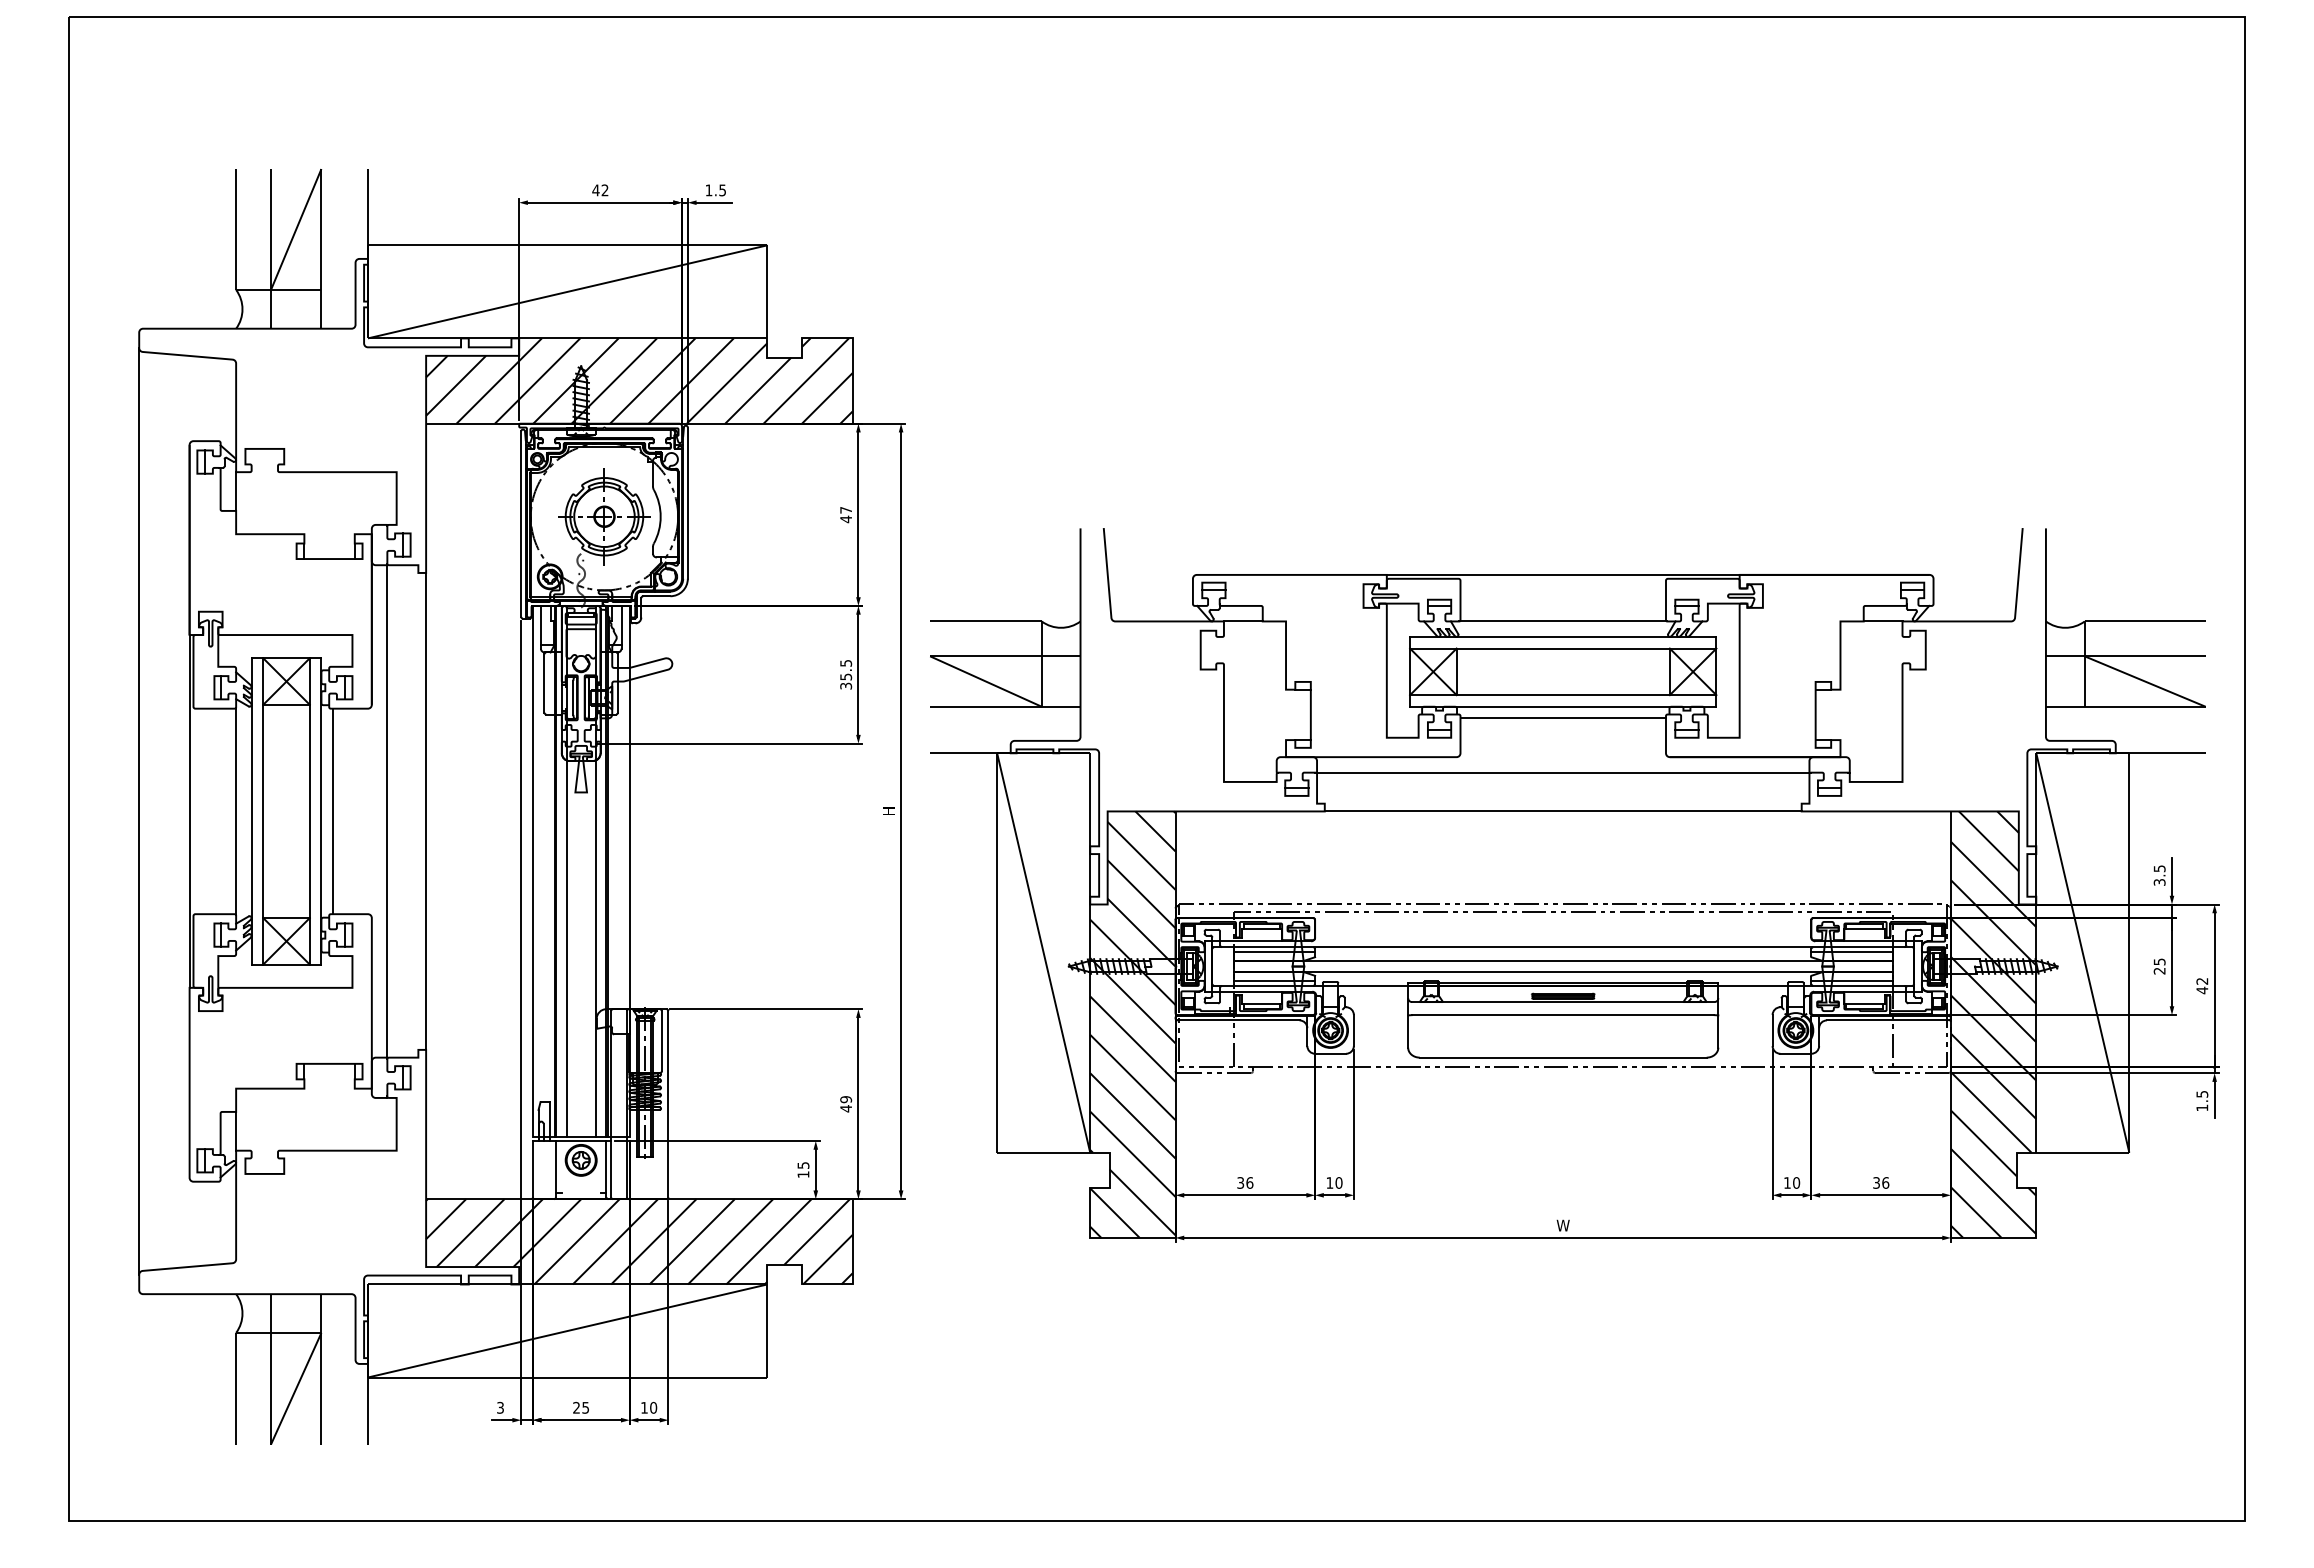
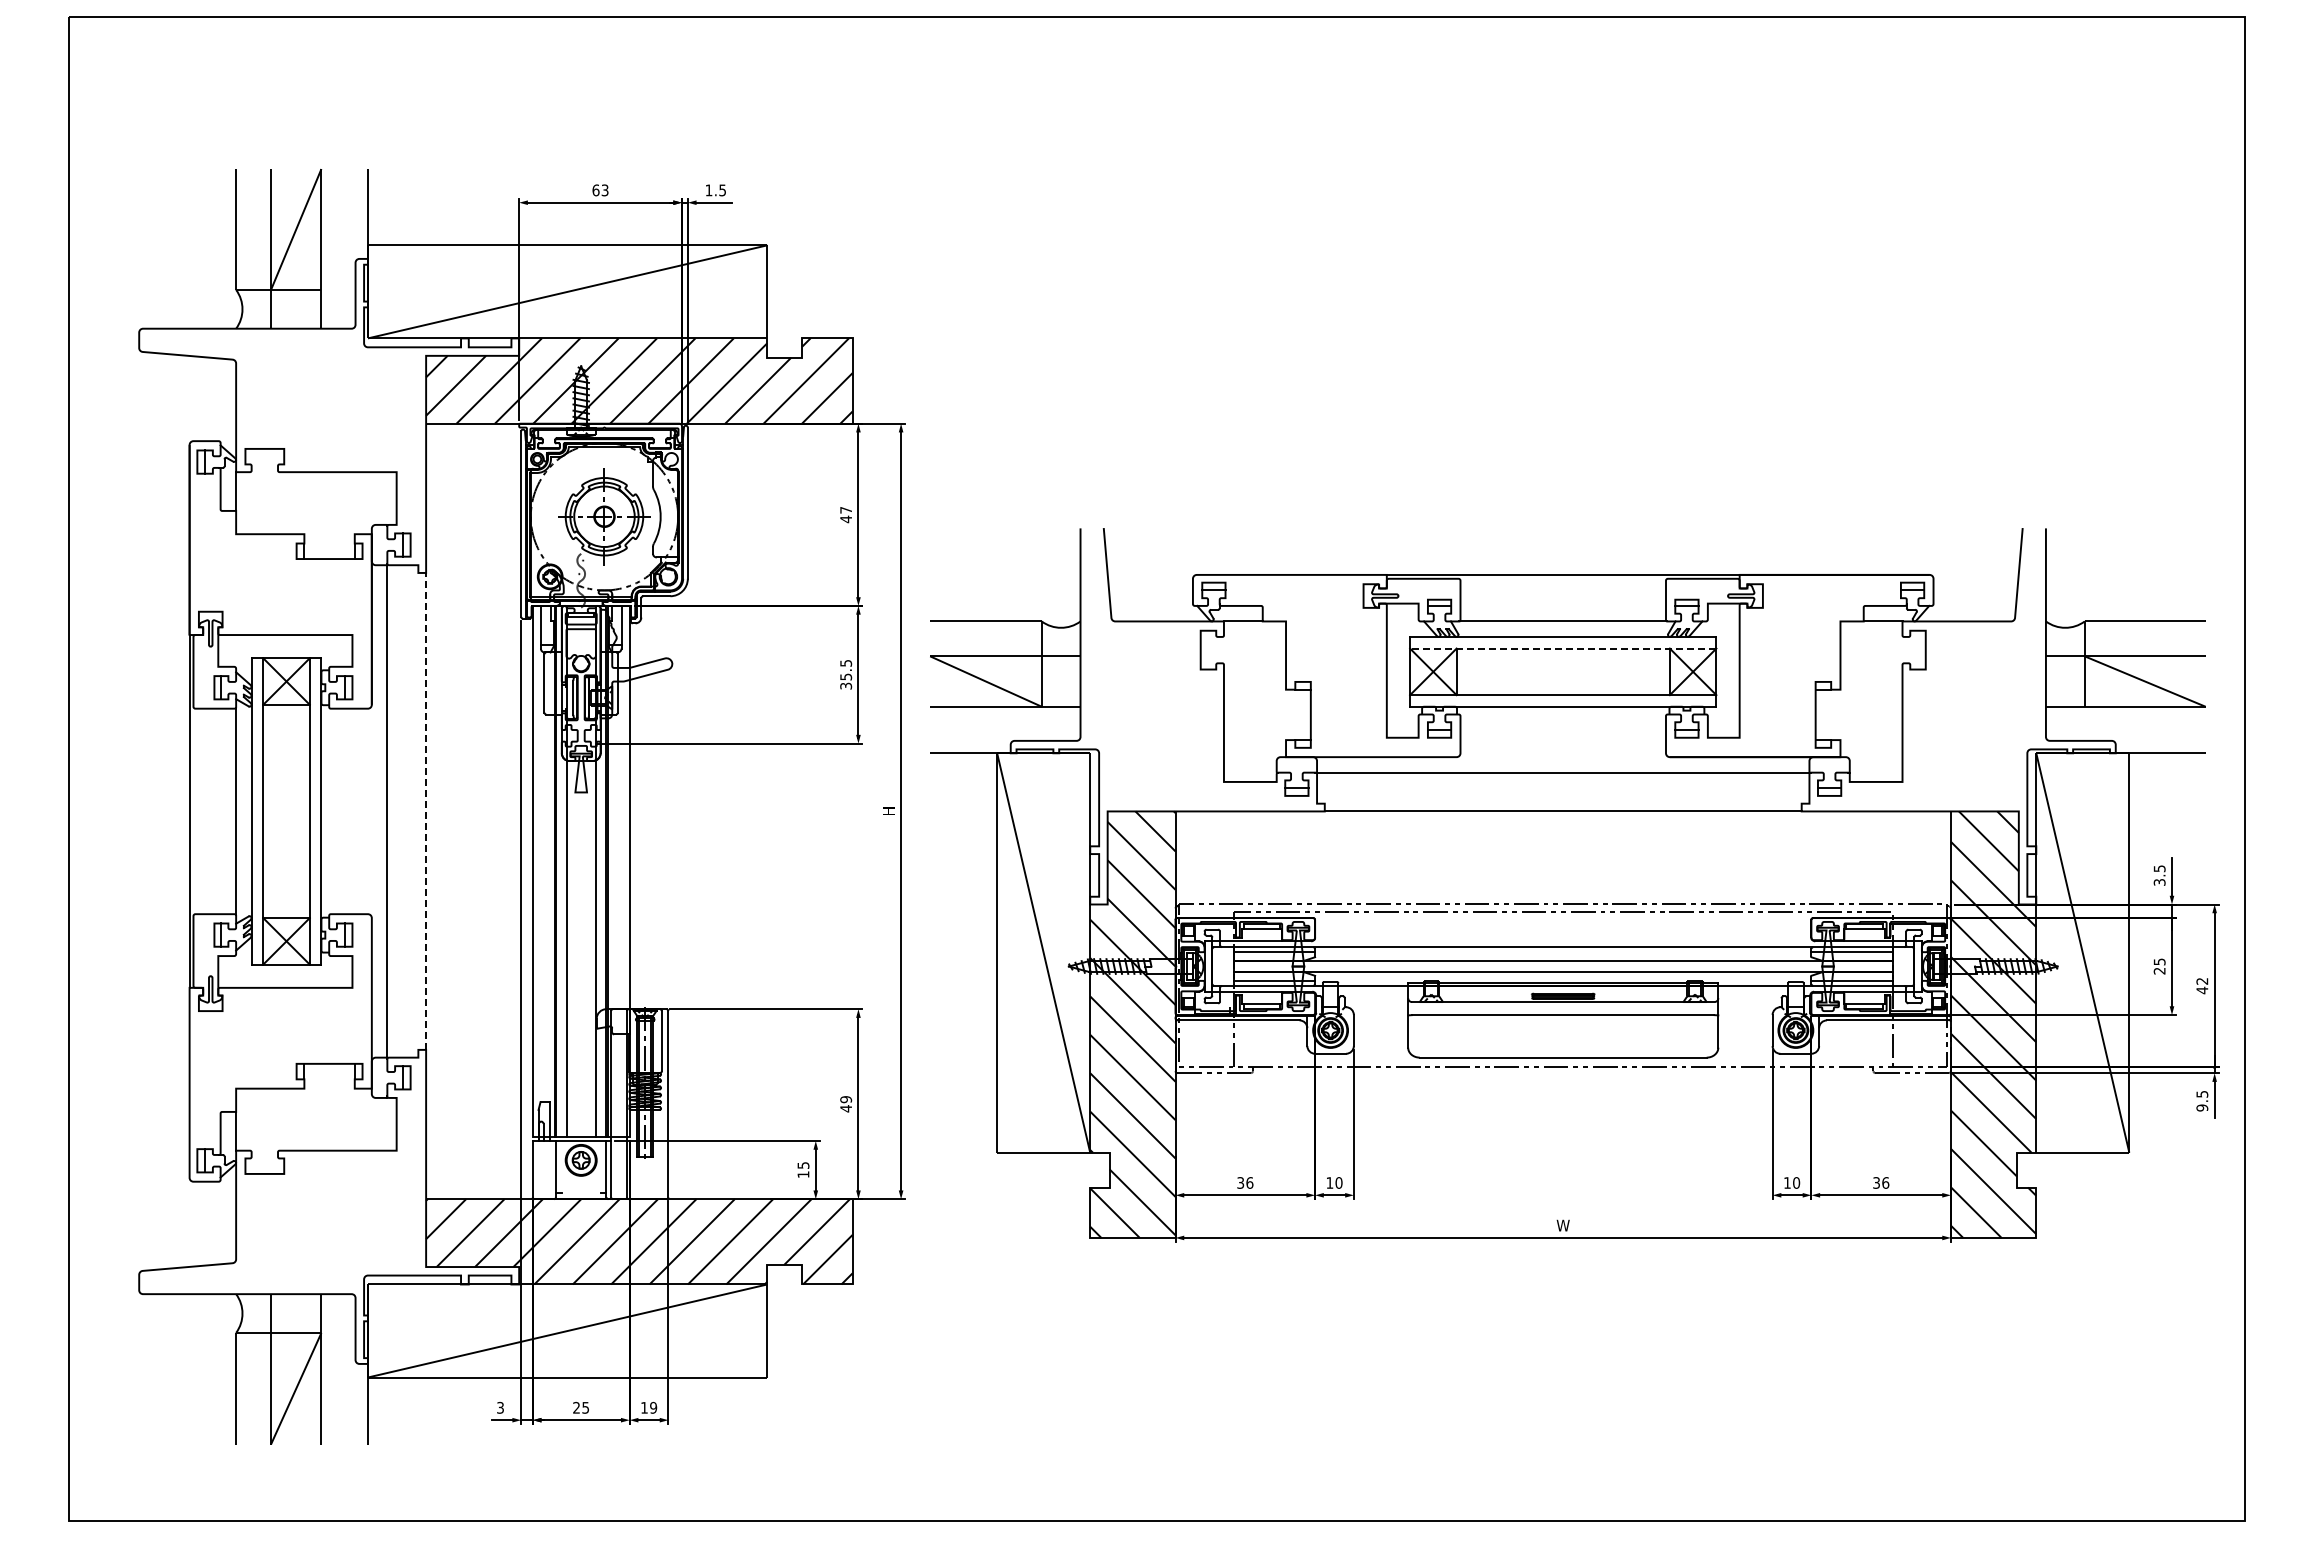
text at (600, 190): 42 -> 63
line at (1562, 648): solid -> dashed
line at (1562, 718): present -> none
line at (426, 810): solid -> dashed
line at (139, 811): present -> none
line at (333, 811): present -> none
text at (2202, 1107): 1.5 -> 9.5
text at (653, 1407): 10 -> 19
